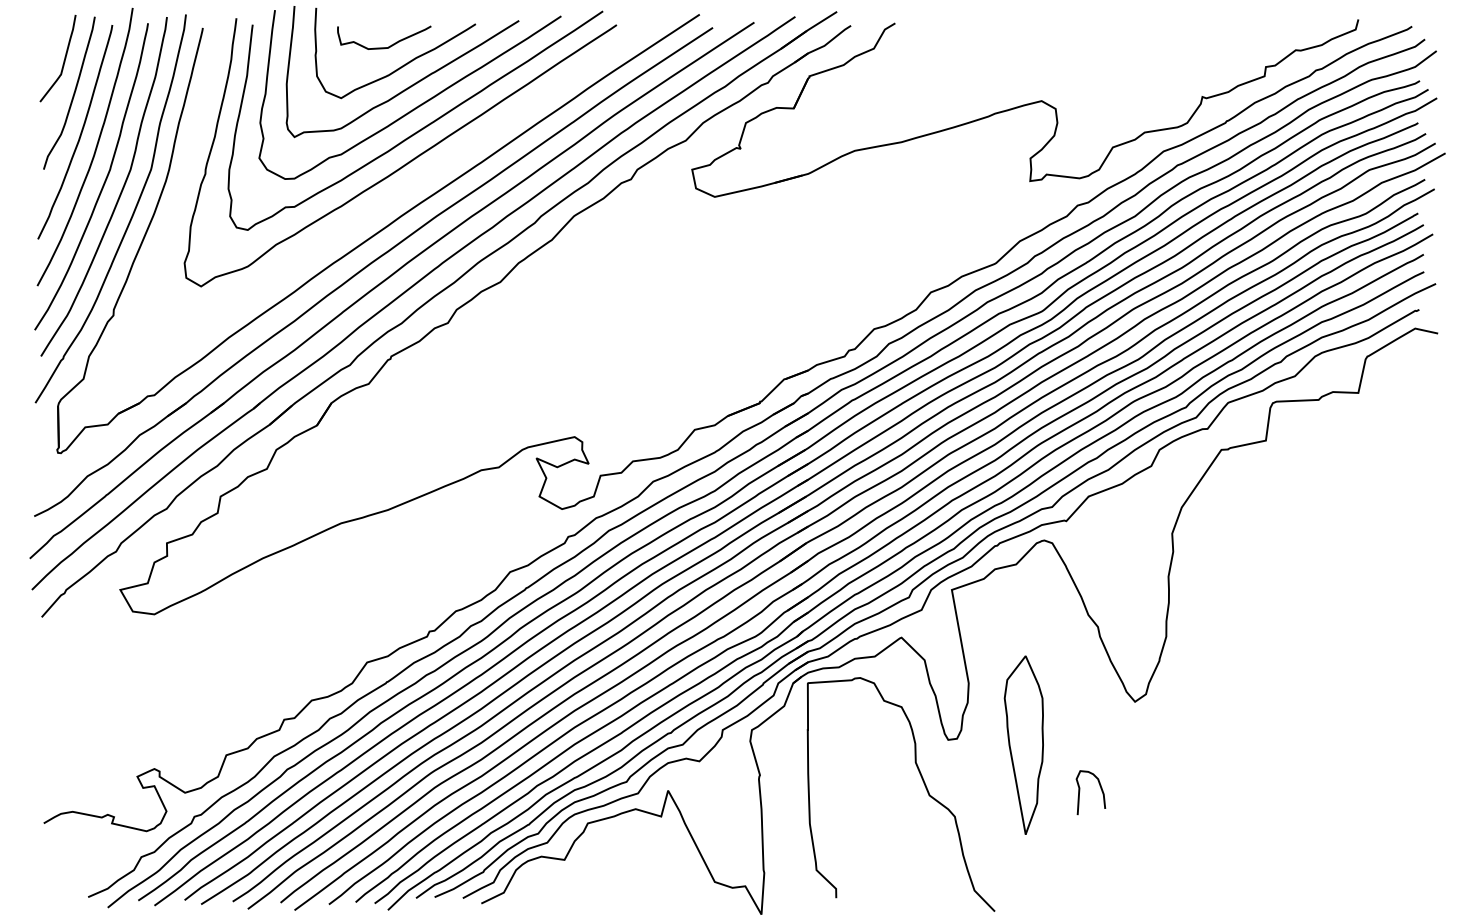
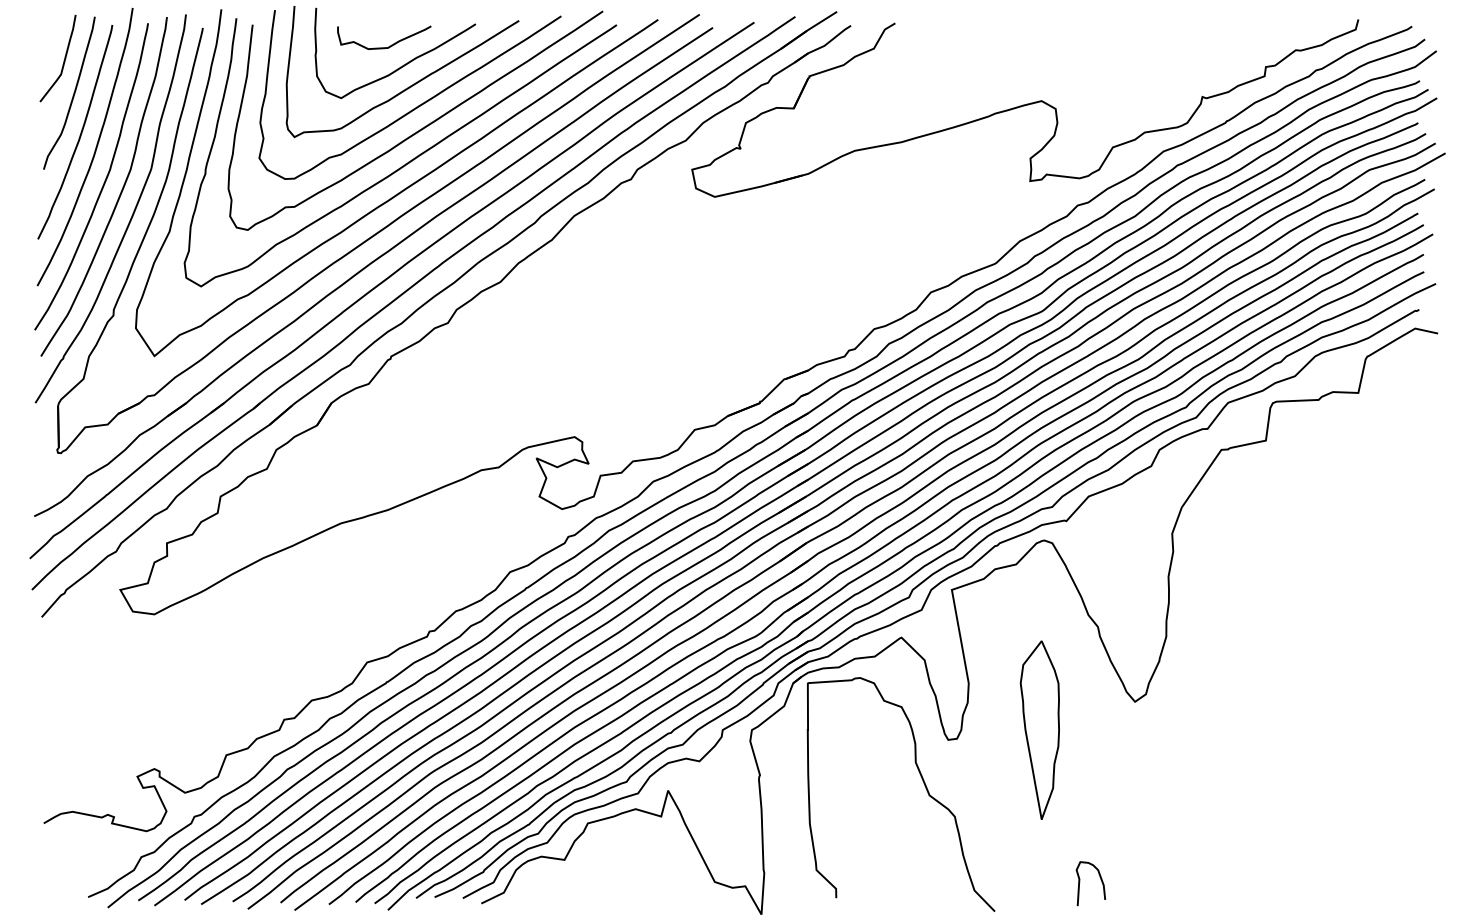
curve at (401, 190): none -> present
part at (1023, 744) position: (1023, 744) -> (1039, 729)
curve at (1080, 791) position: (1080, 791) -> (1080, 882)
